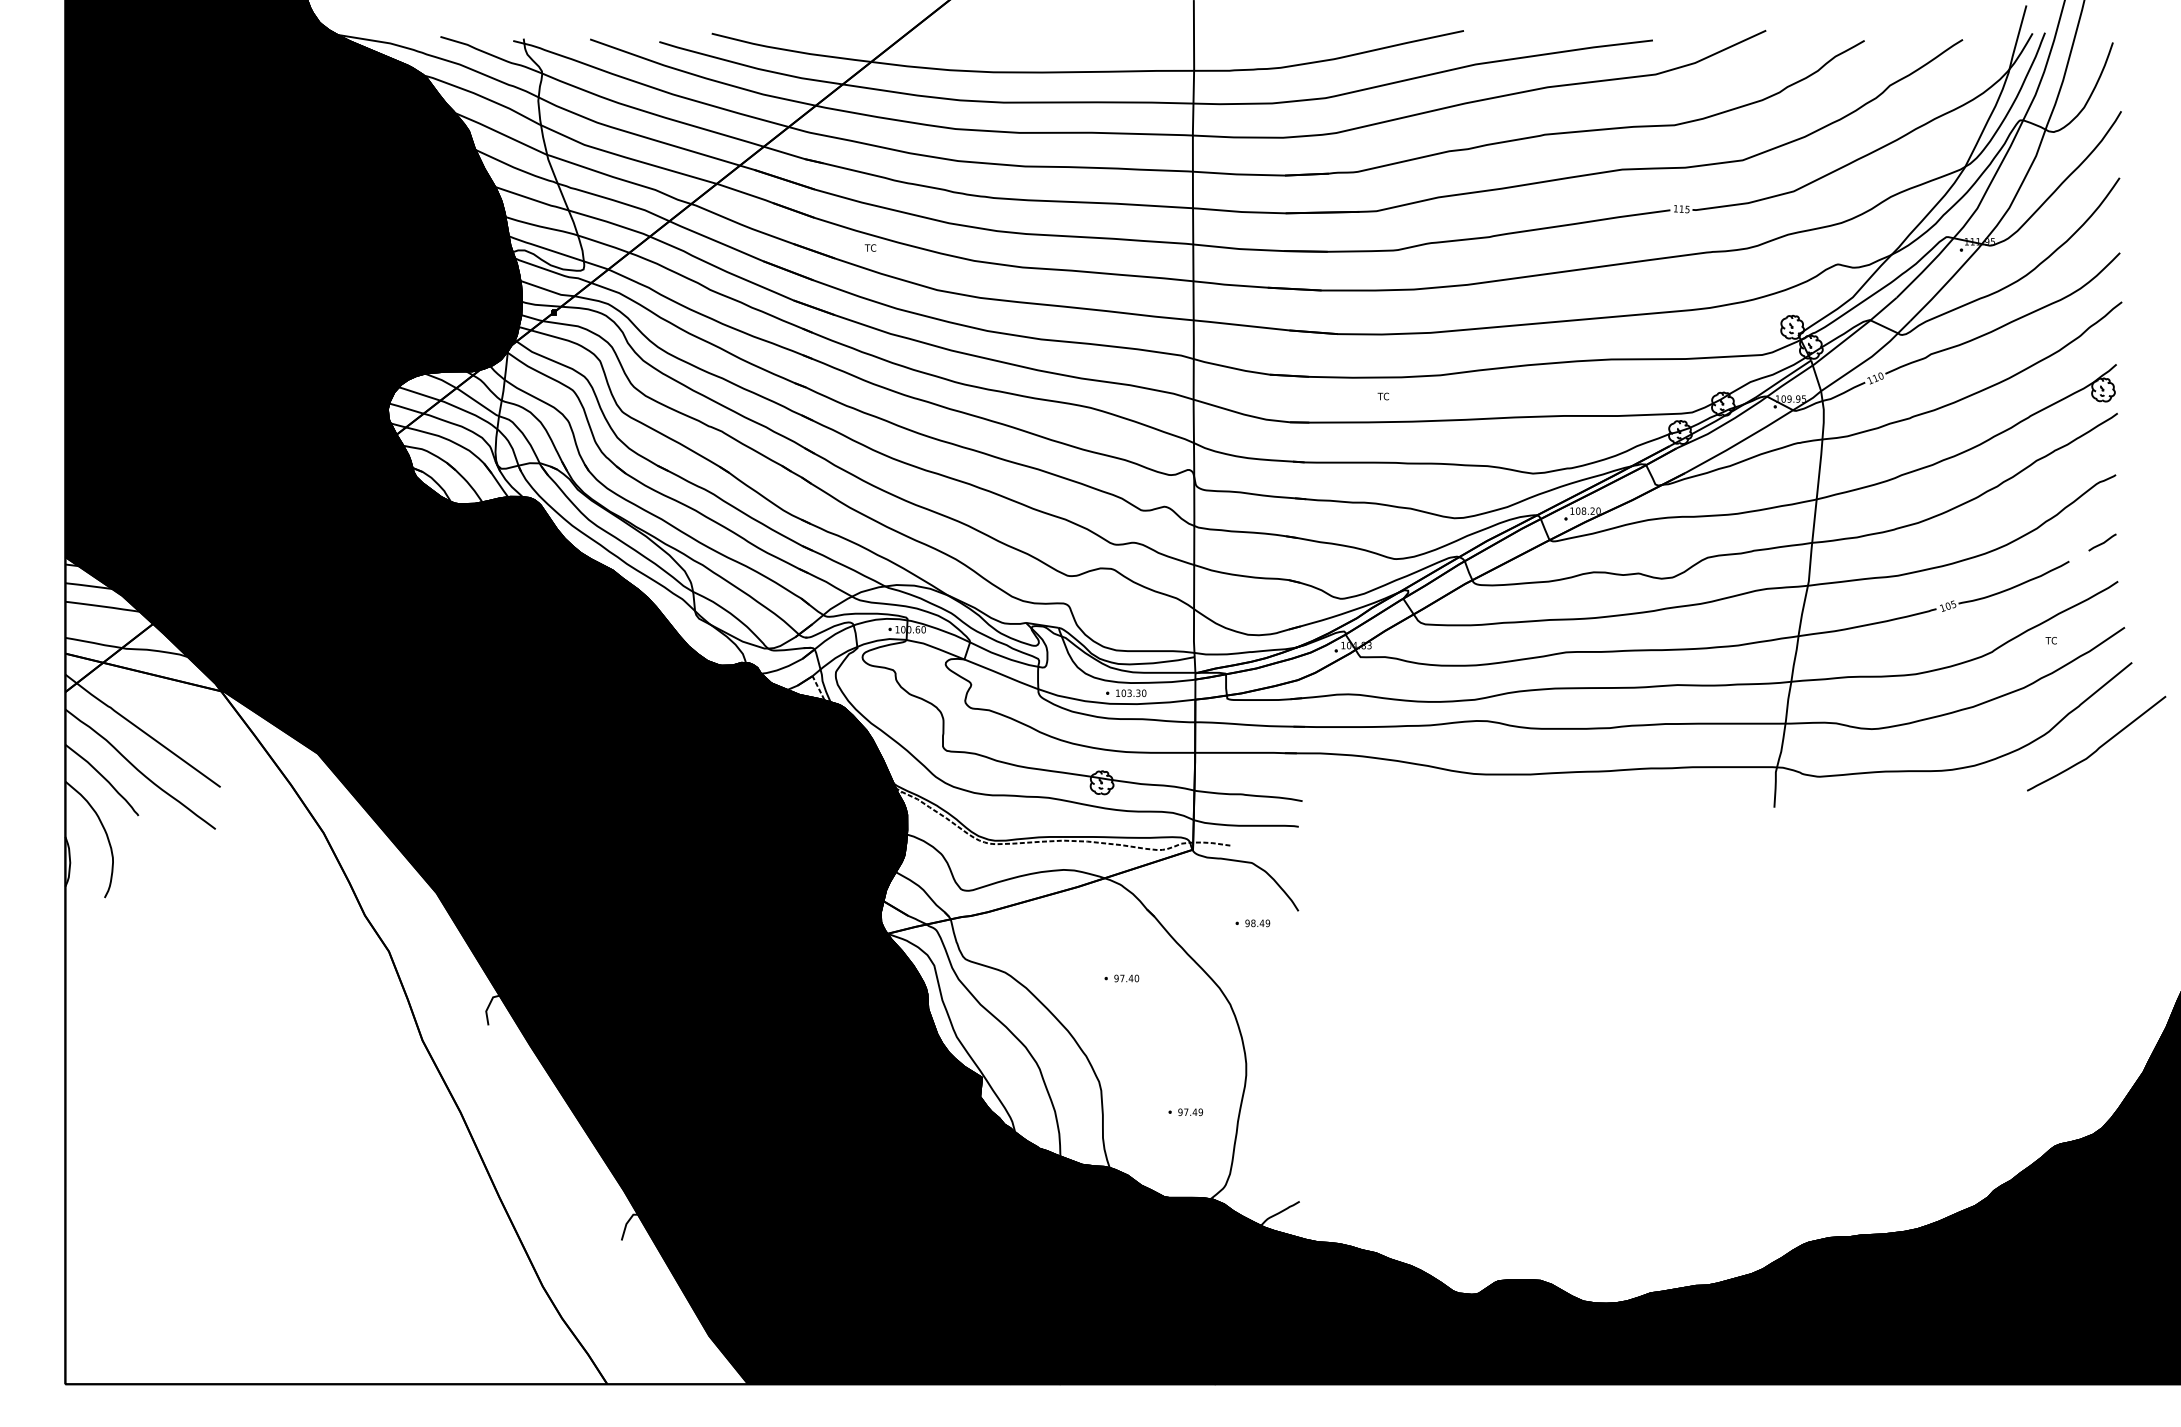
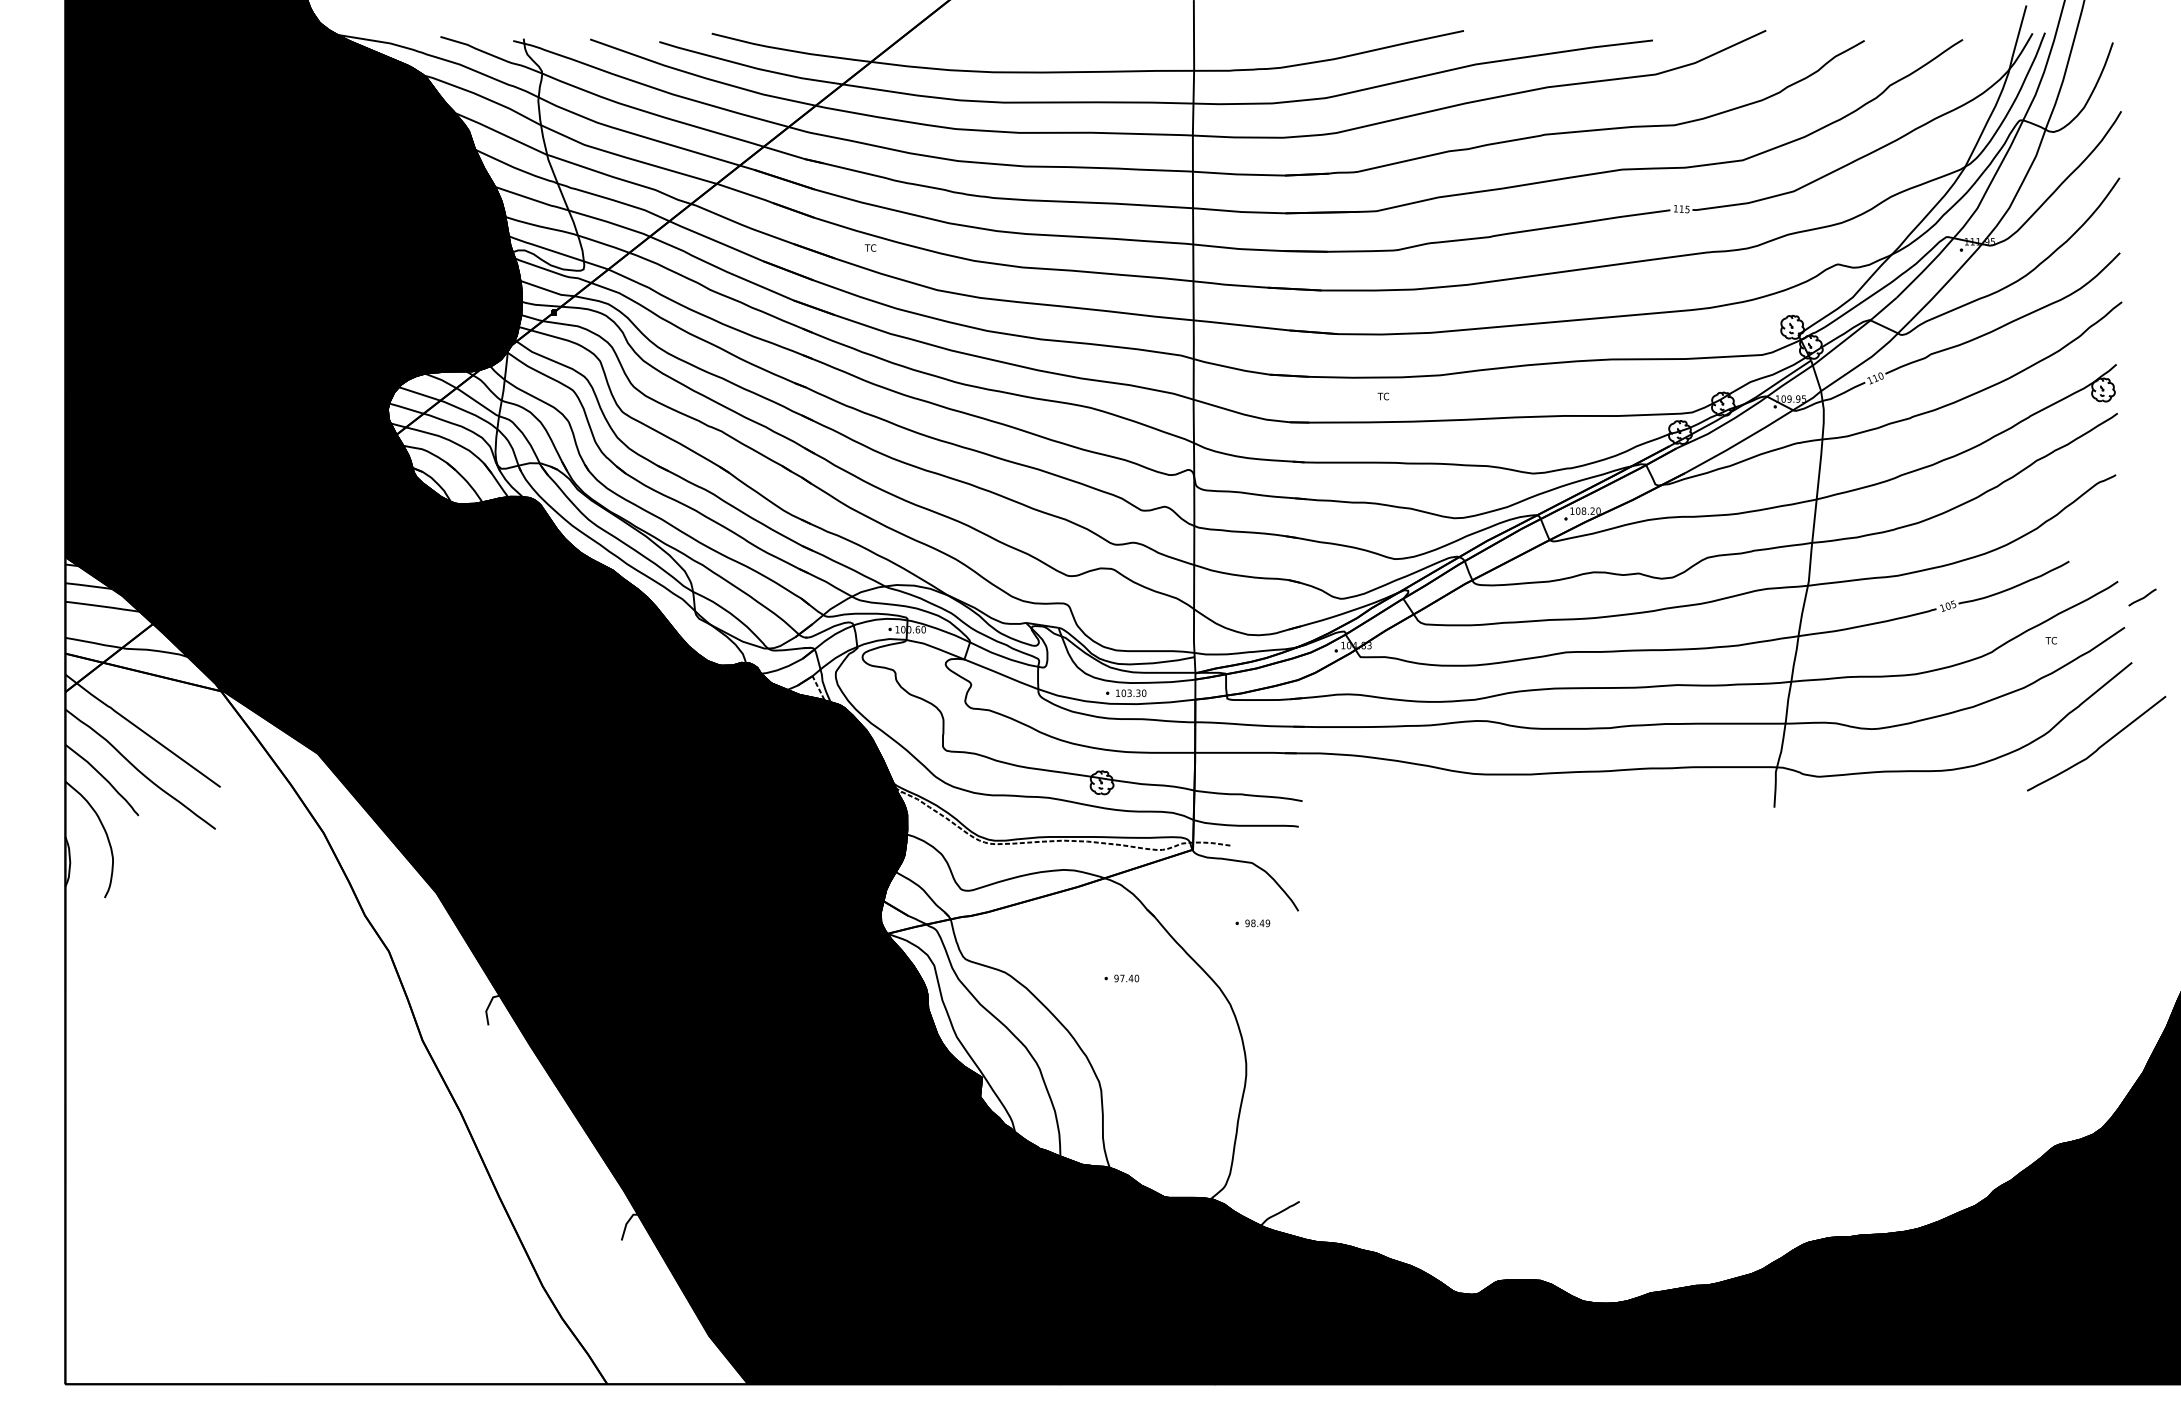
curve at (2102, 542) position: (2102, 542) -> (2142, 597)
part at (1185, 1112): present -> none
